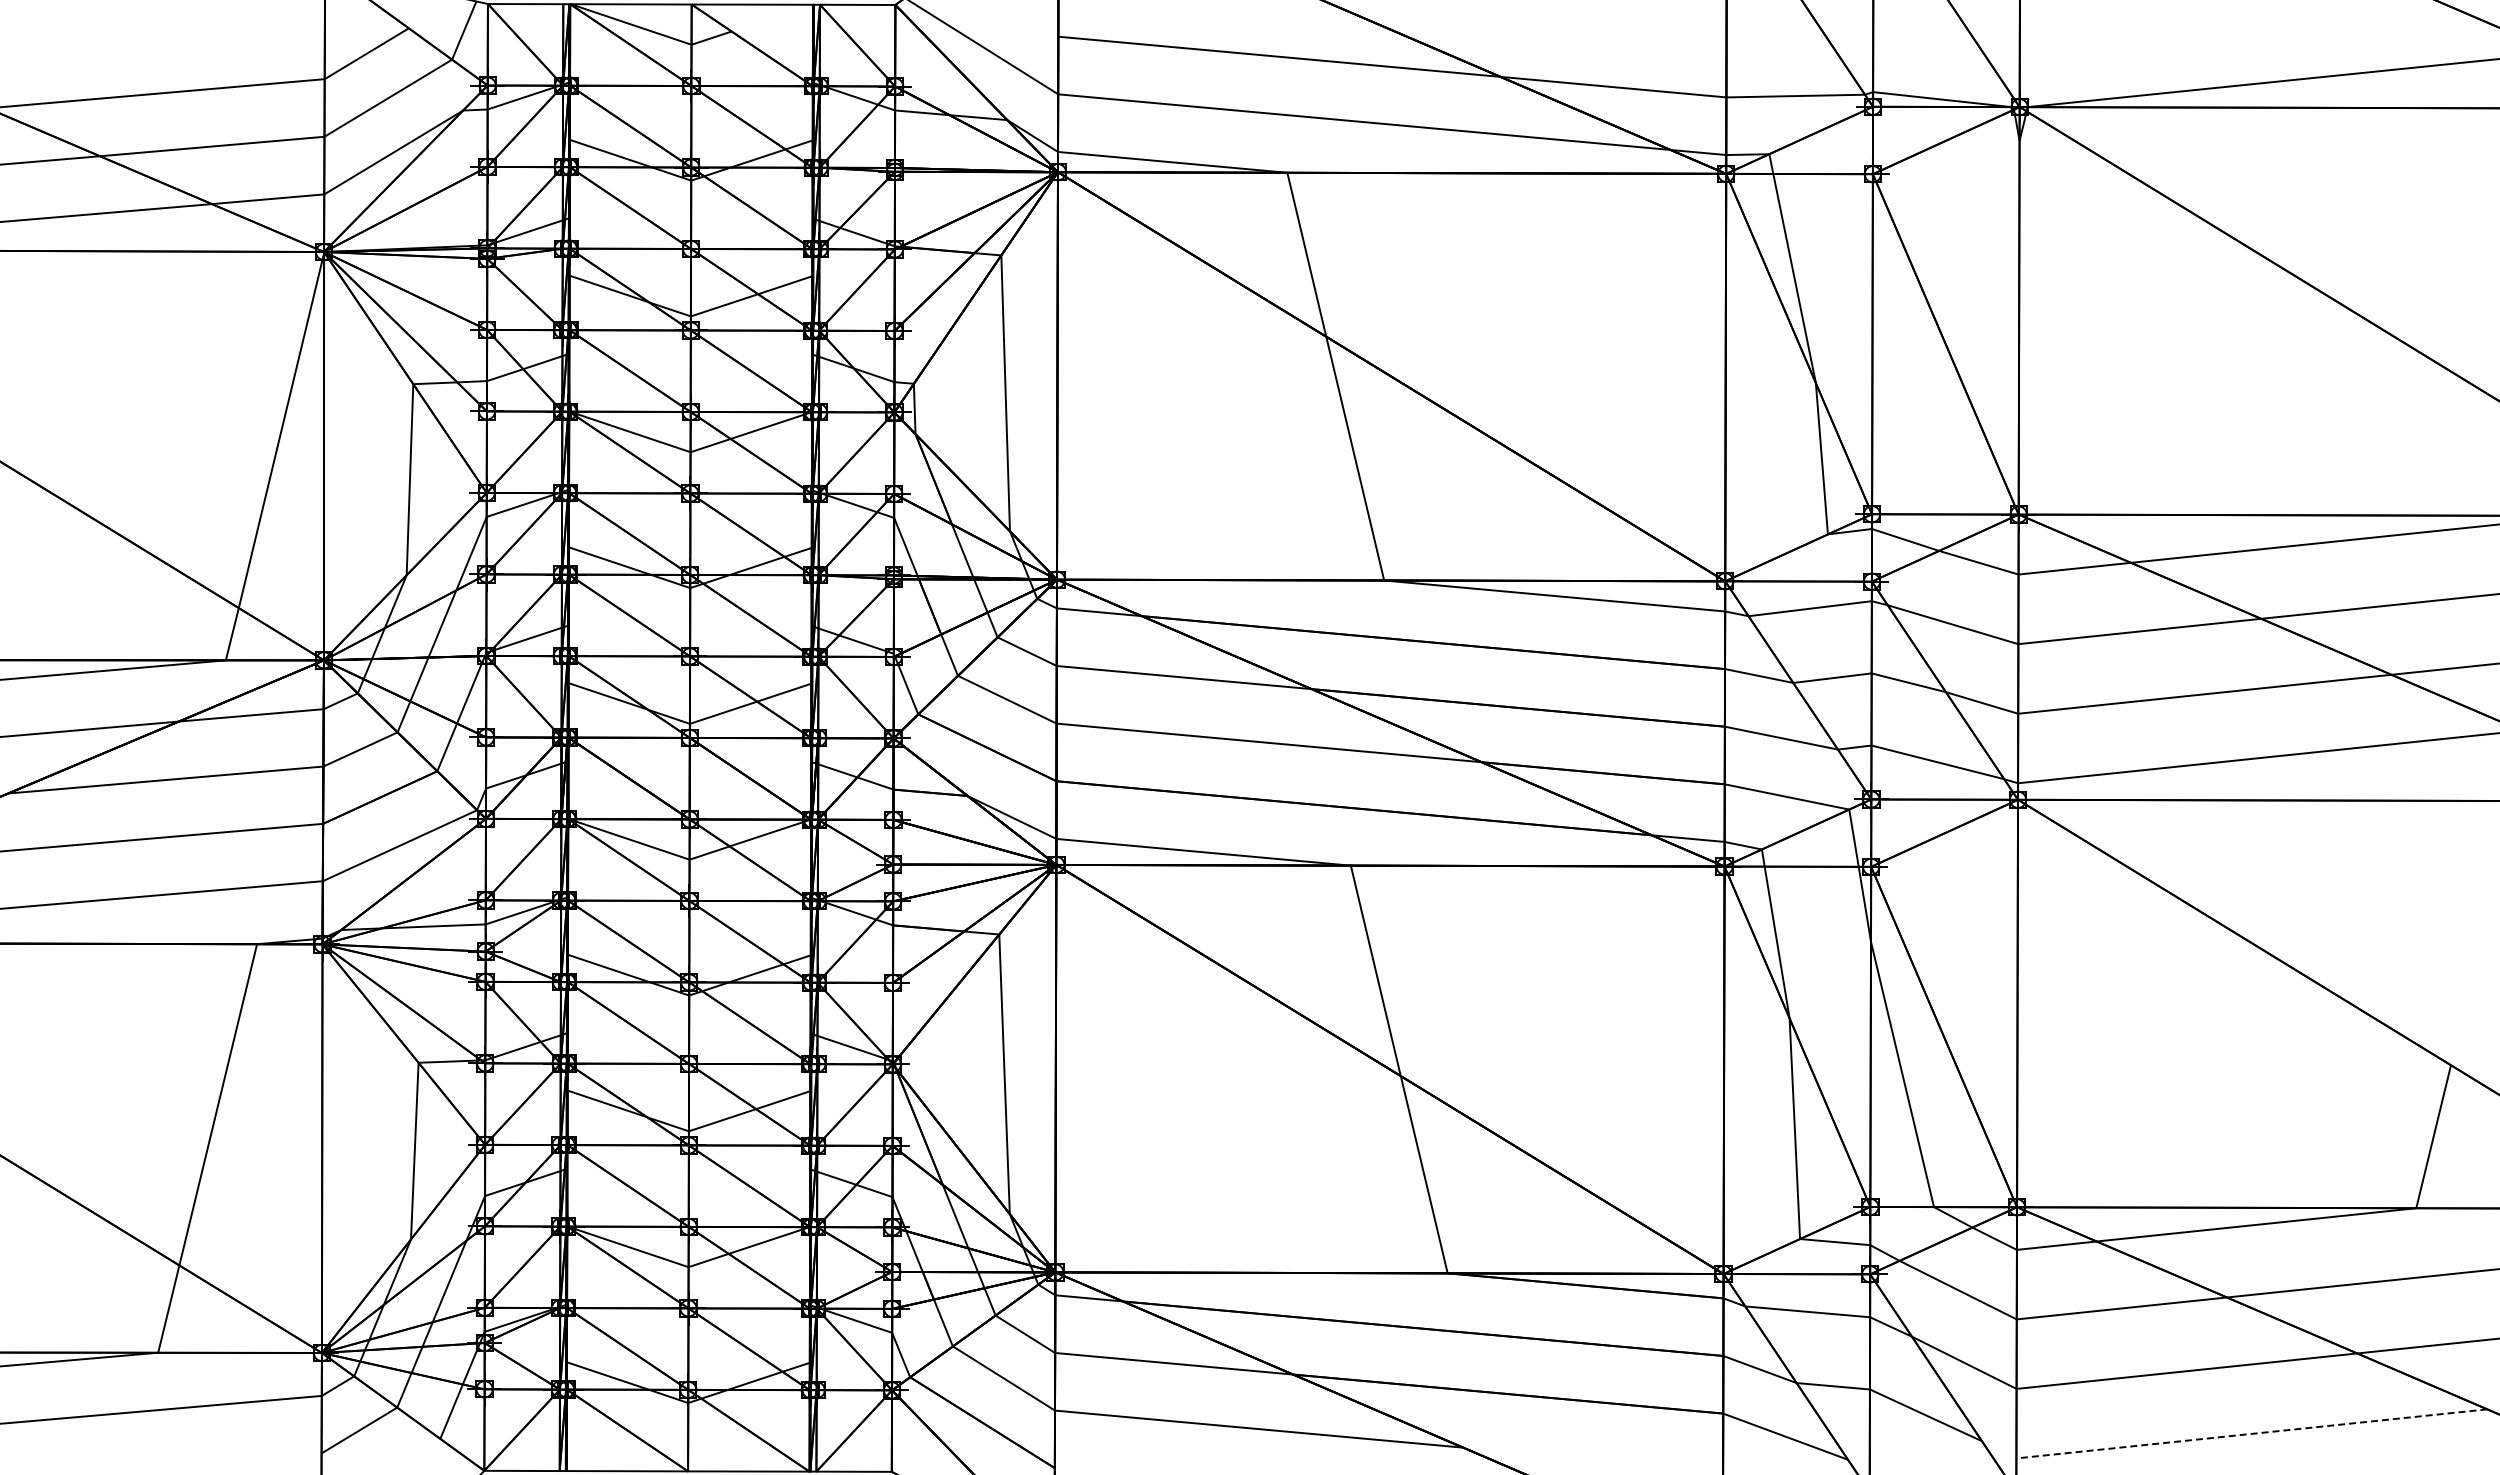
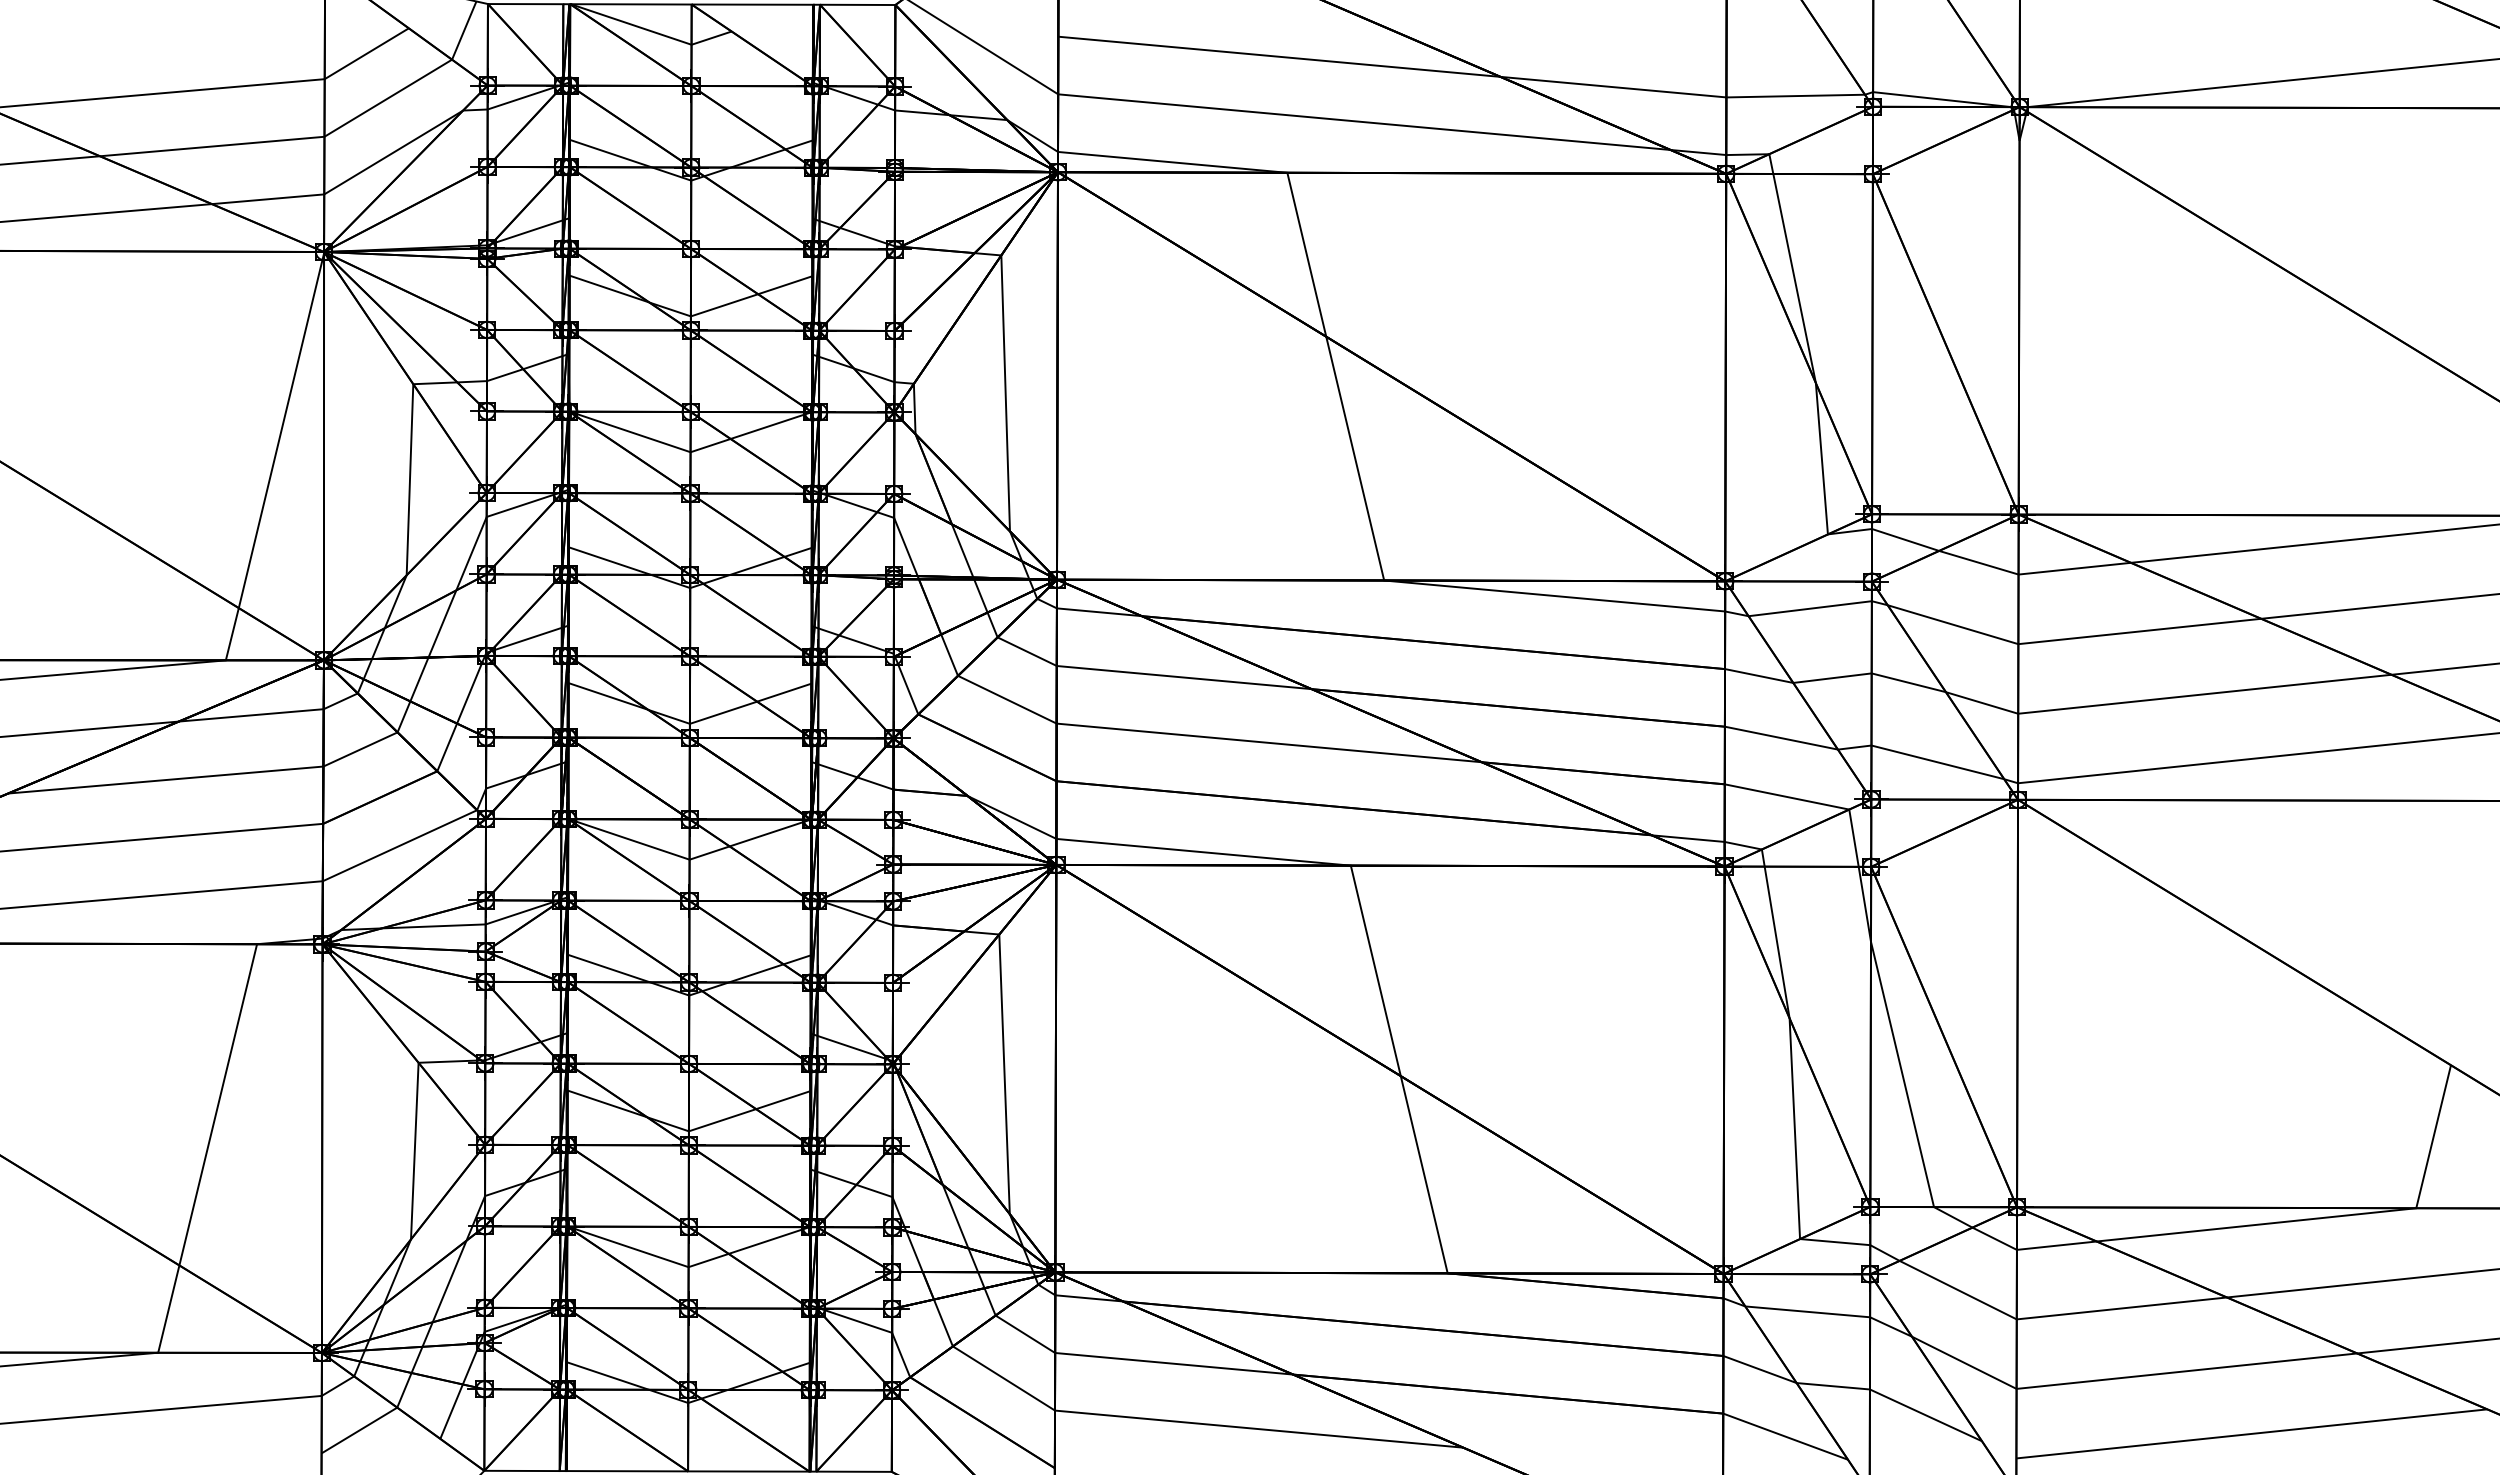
line at (2251, 1433): dashed -> solid
